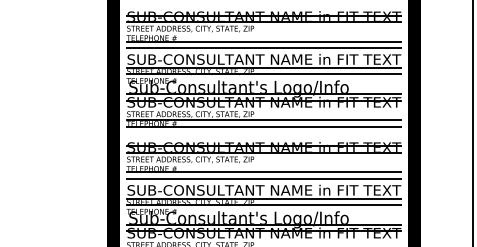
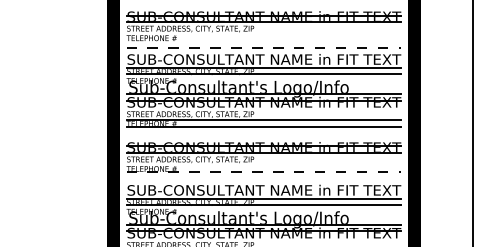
line at (263, 41): present -> none
line at (264, 48): solid -> dashed
line at (264, 172): solid -> dashed
line at (263, 179): present -> none
